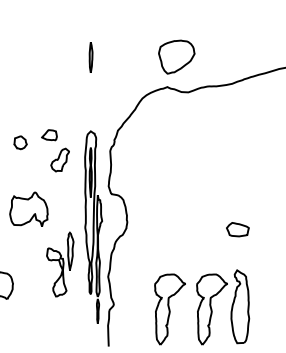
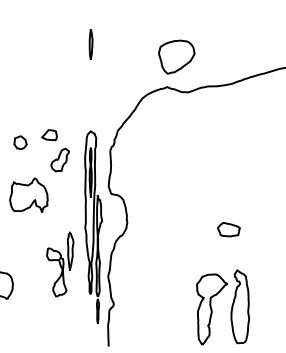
part at (90, 57) position: (90, 57) -> (90, 44)
part at (28, 208) position: (28, 208) -> (28, 194)
part at (237, 229) position: (237, 229) -> (228, 229)
part at (169, 309): present -> none
